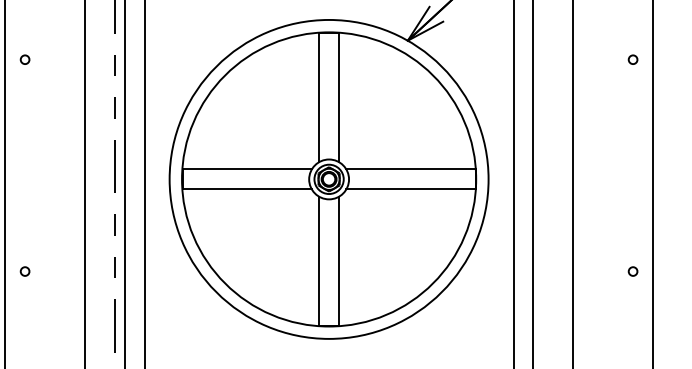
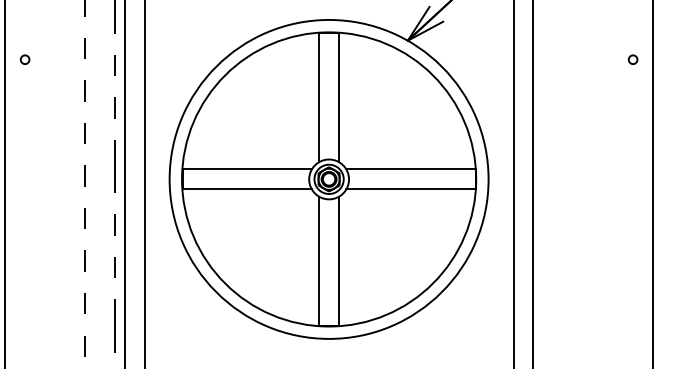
line at (573, 183): present -> none
line at (84, 184): solid -> dashed
circle at (24, 271): present -> none
circle at (632, 271): present -> none
